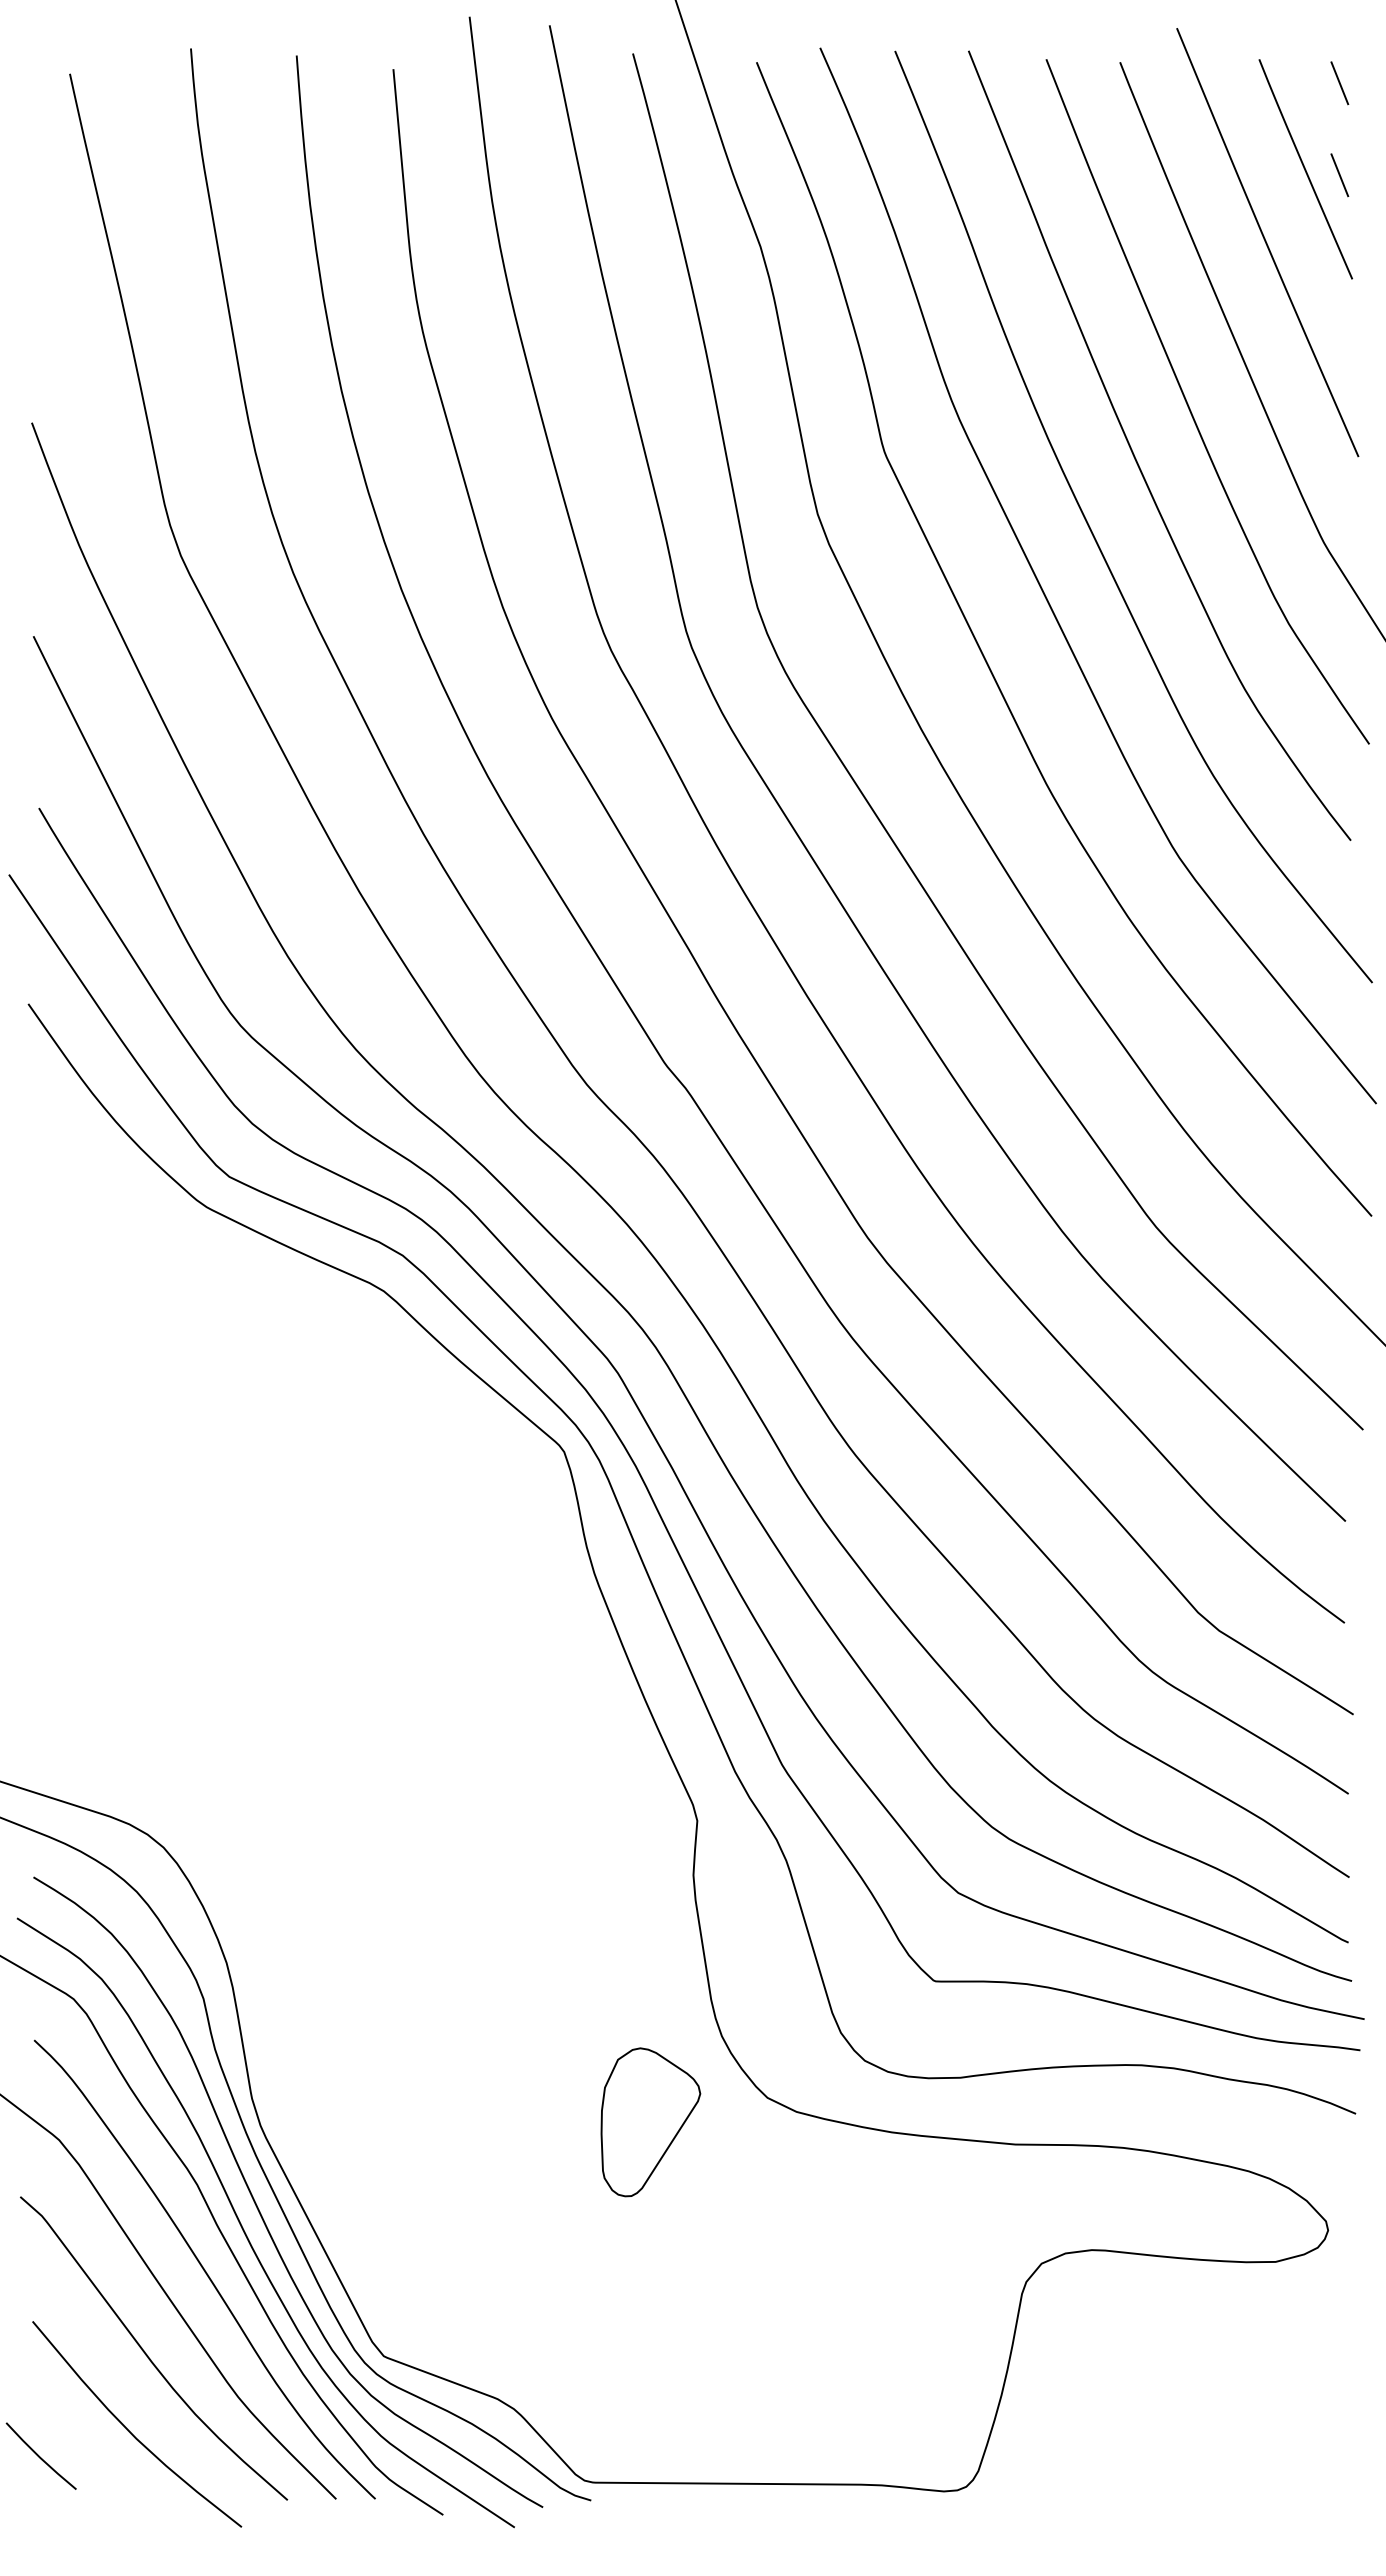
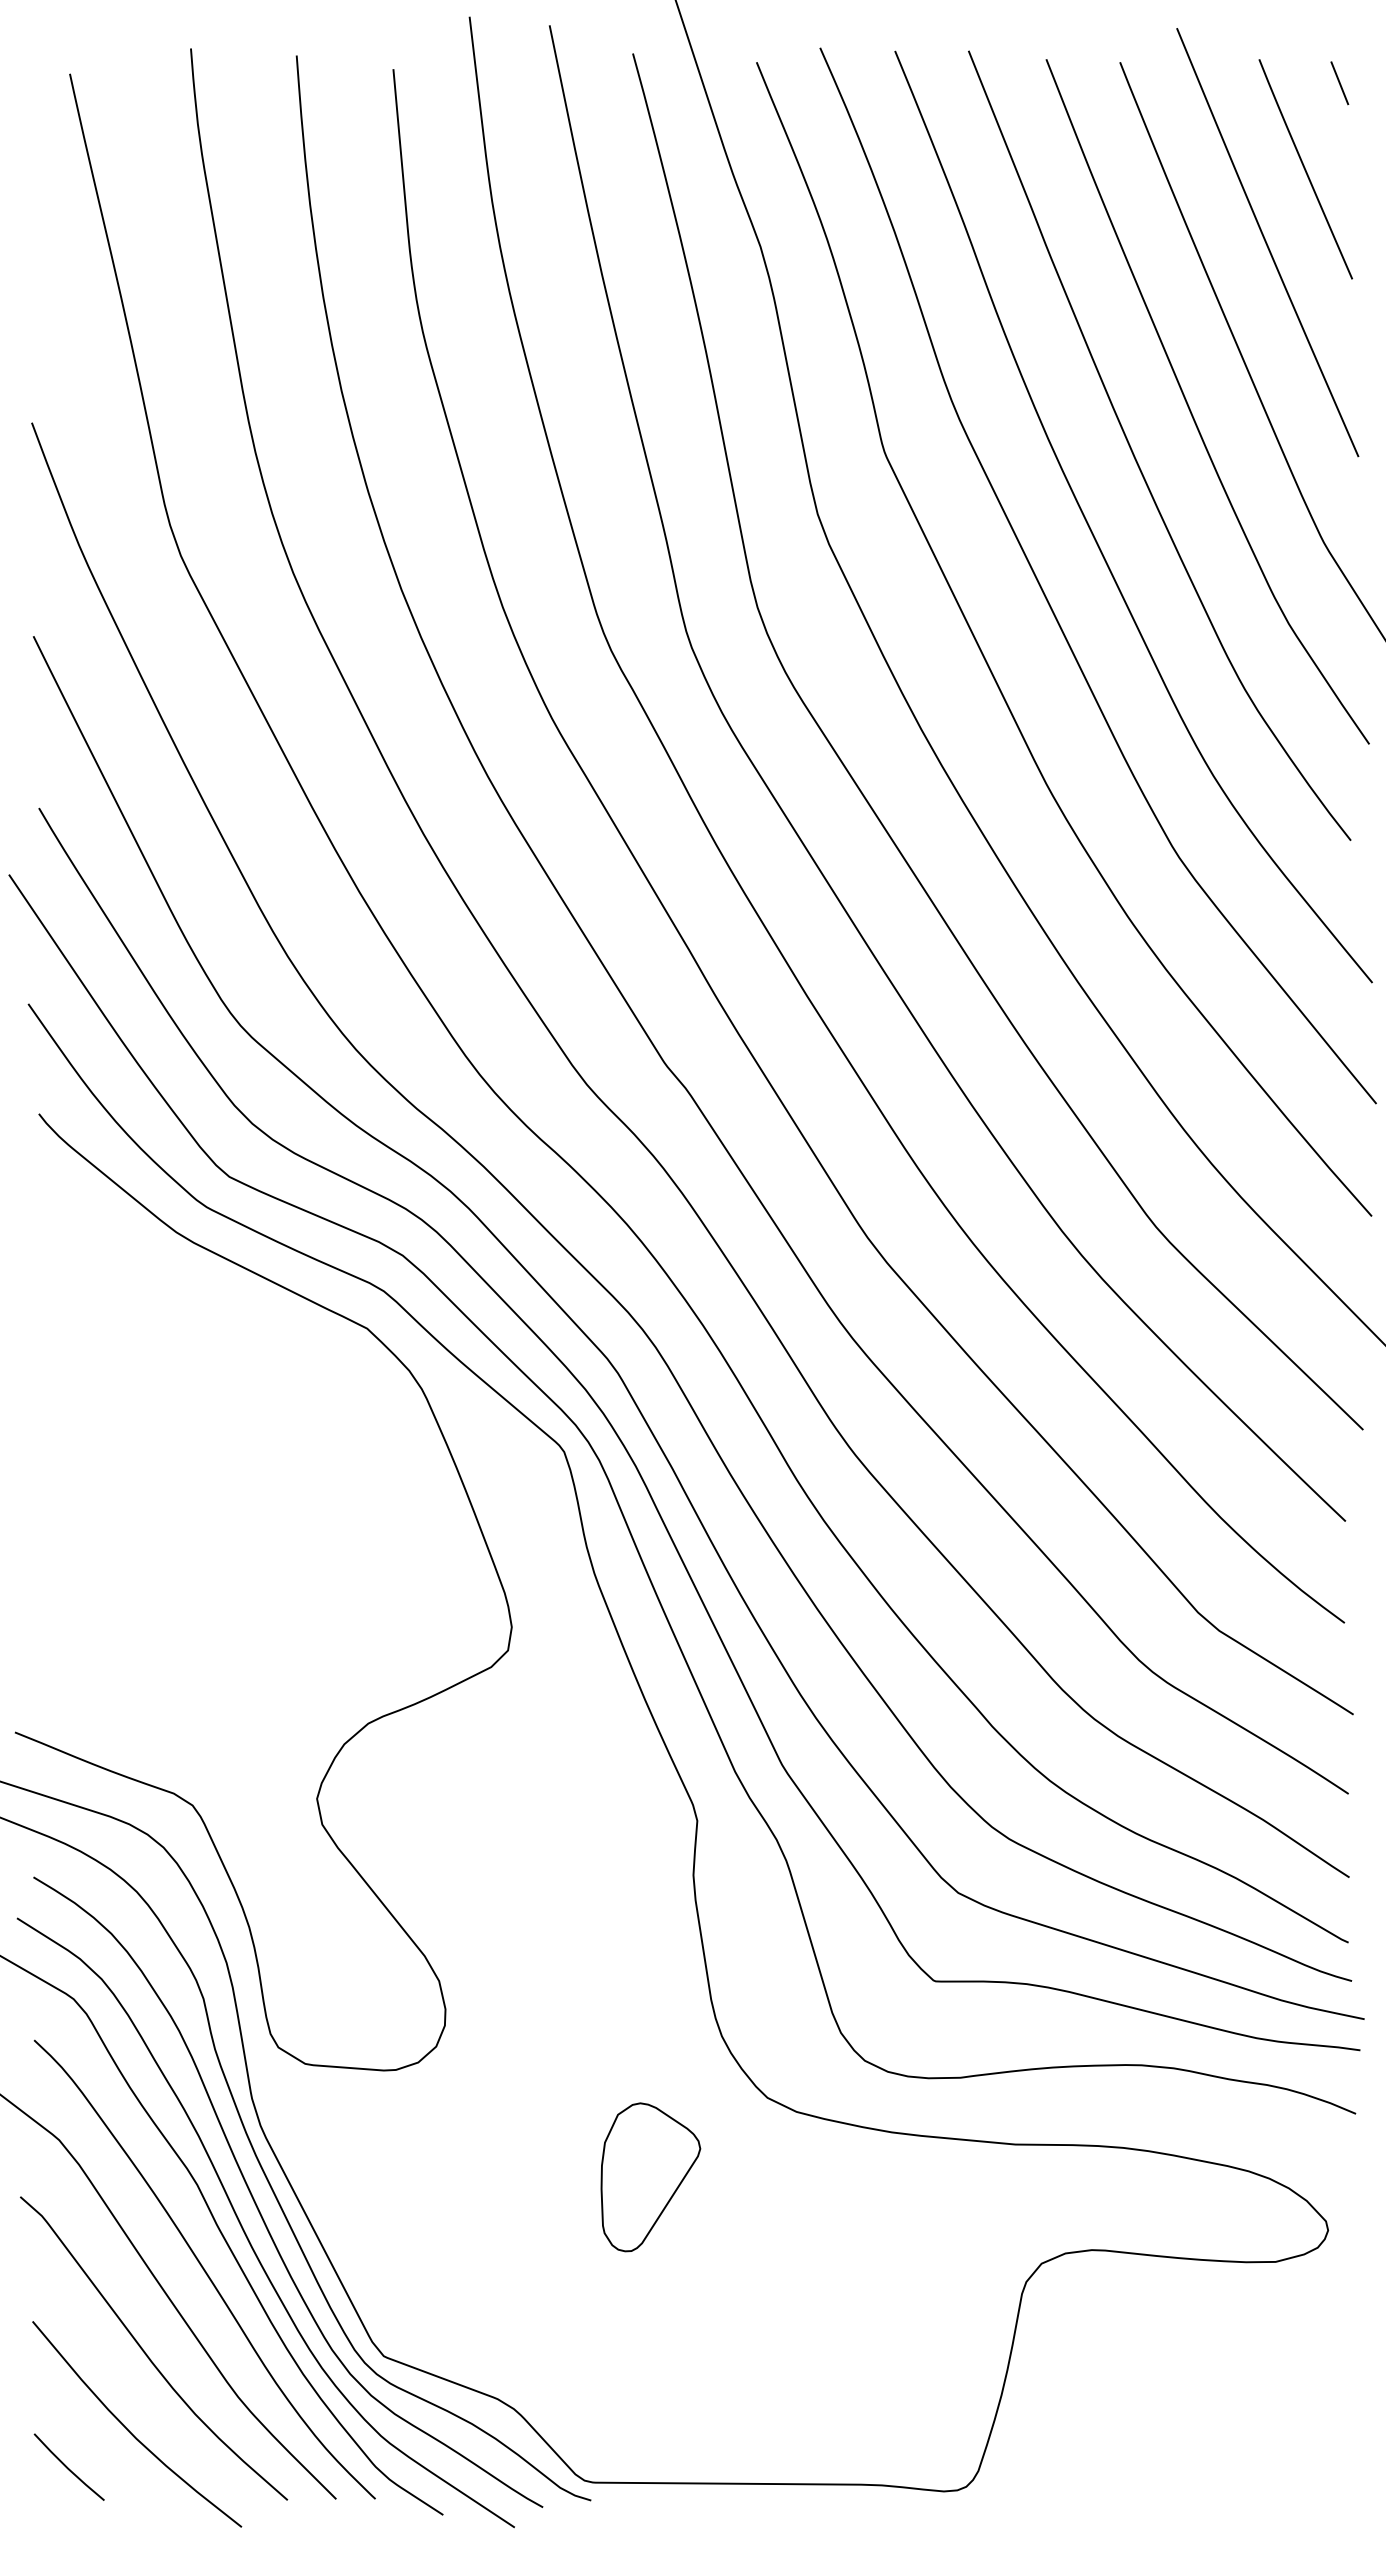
line at (1339, 175): present -> none
curve at (366, 1723): none -> present
part at (650, 2122) position: (650, 2122) -> (650, 2177)
line at (39, 2455) position: (39, 2455) -> (67, 2466)
